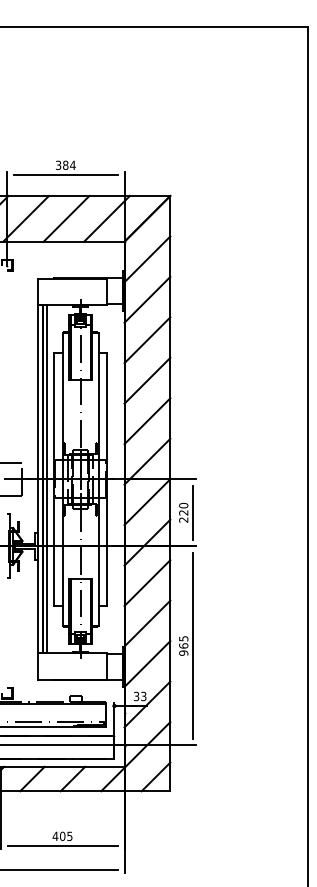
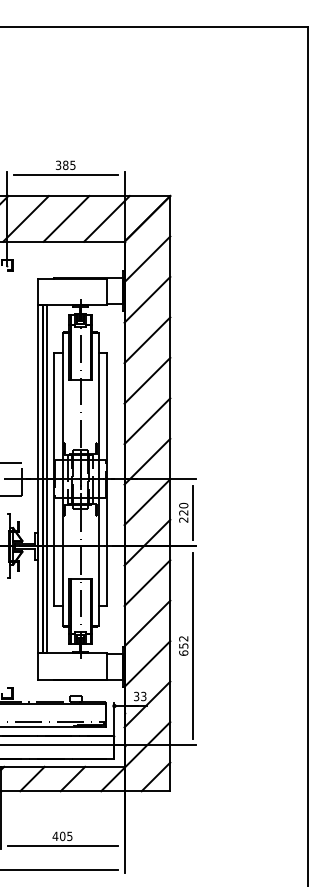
text at (72, 165): 384 -> 385
text at (183, 645): 965 -> 652
